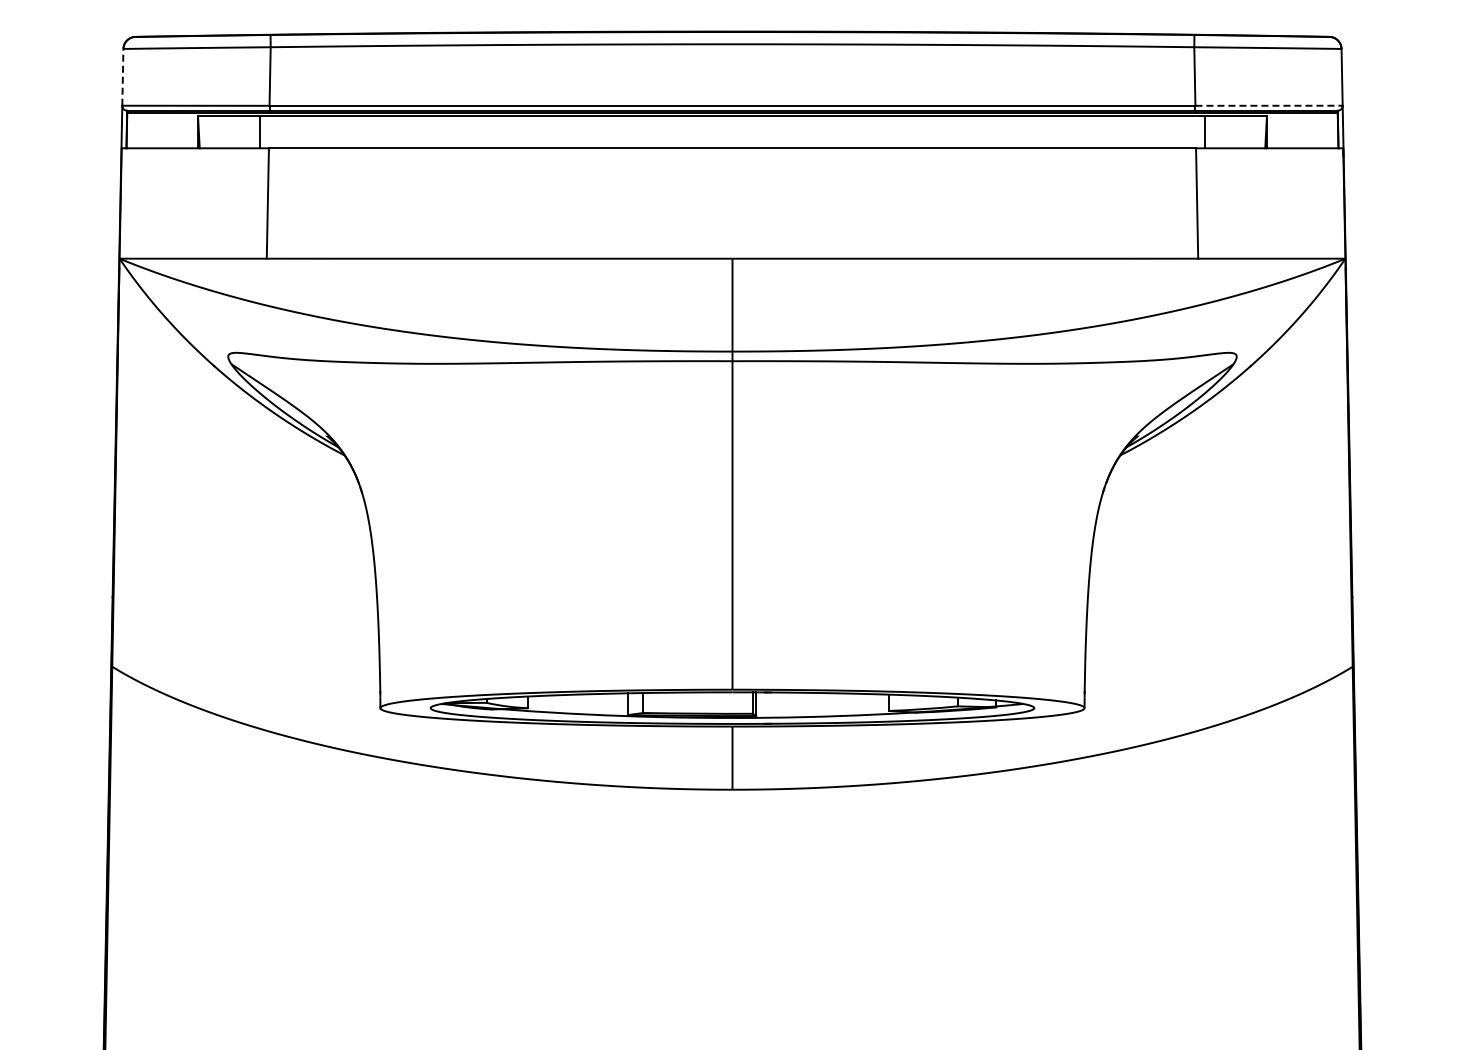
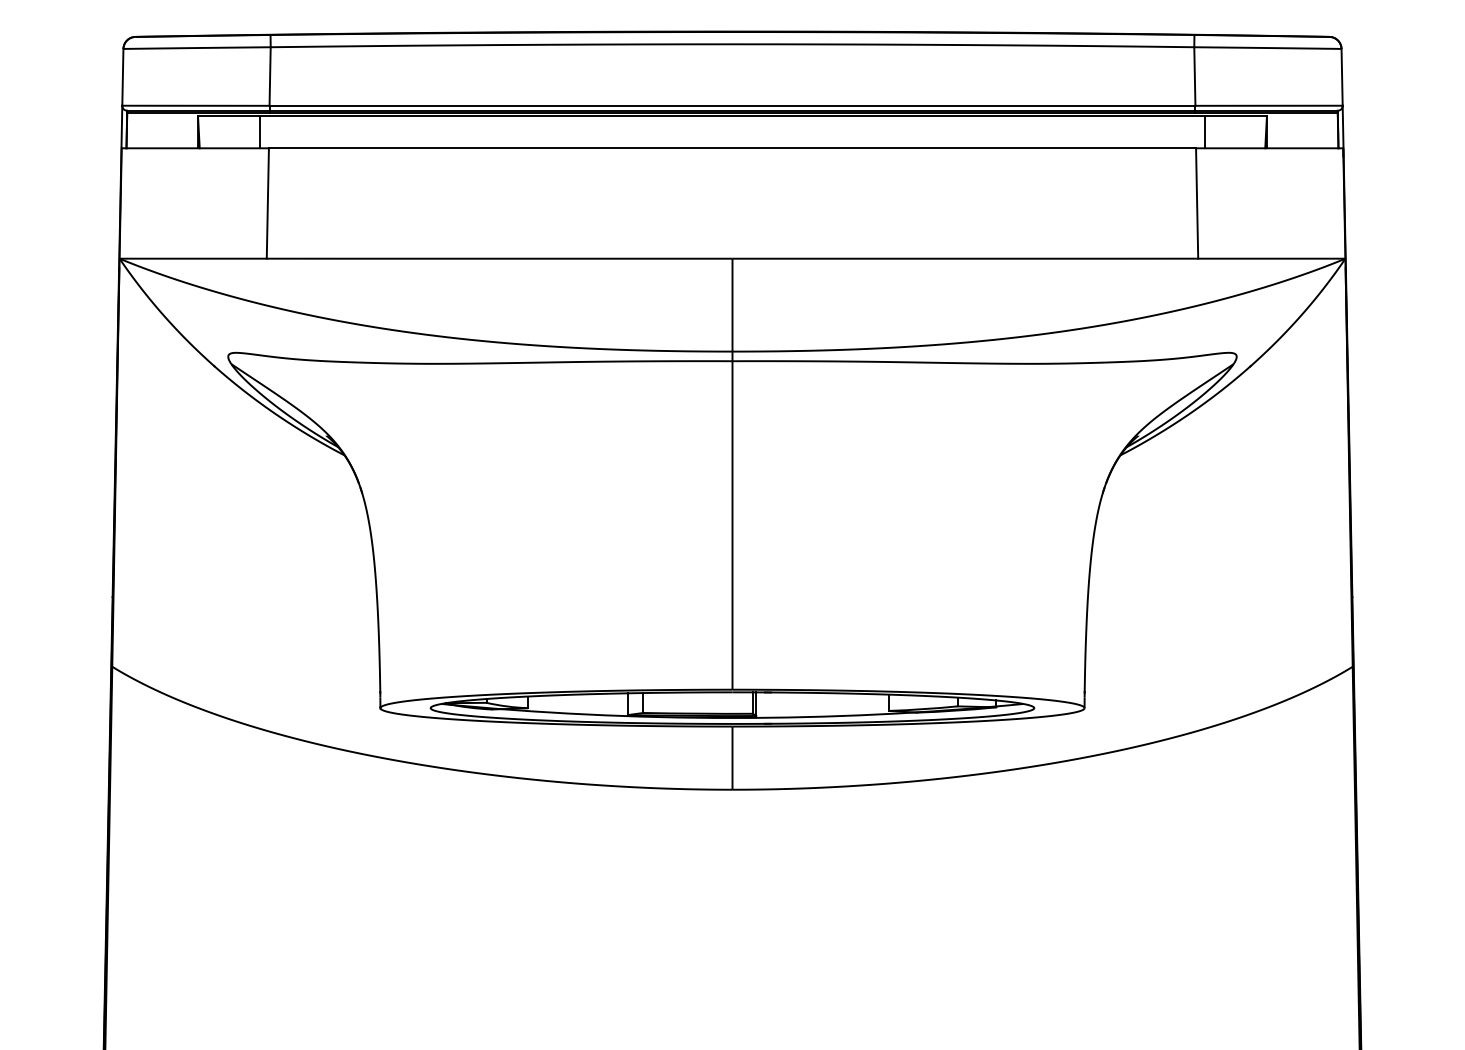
line at (122, 76): dashed -> solid
line at (1269, 105): dashed -> solid
